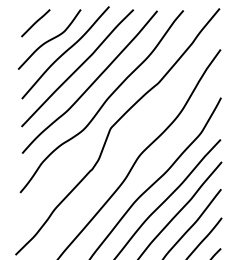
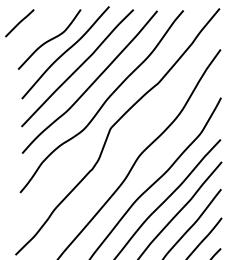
line at (35, 23) position: (35, 23) -> (19, 23)
